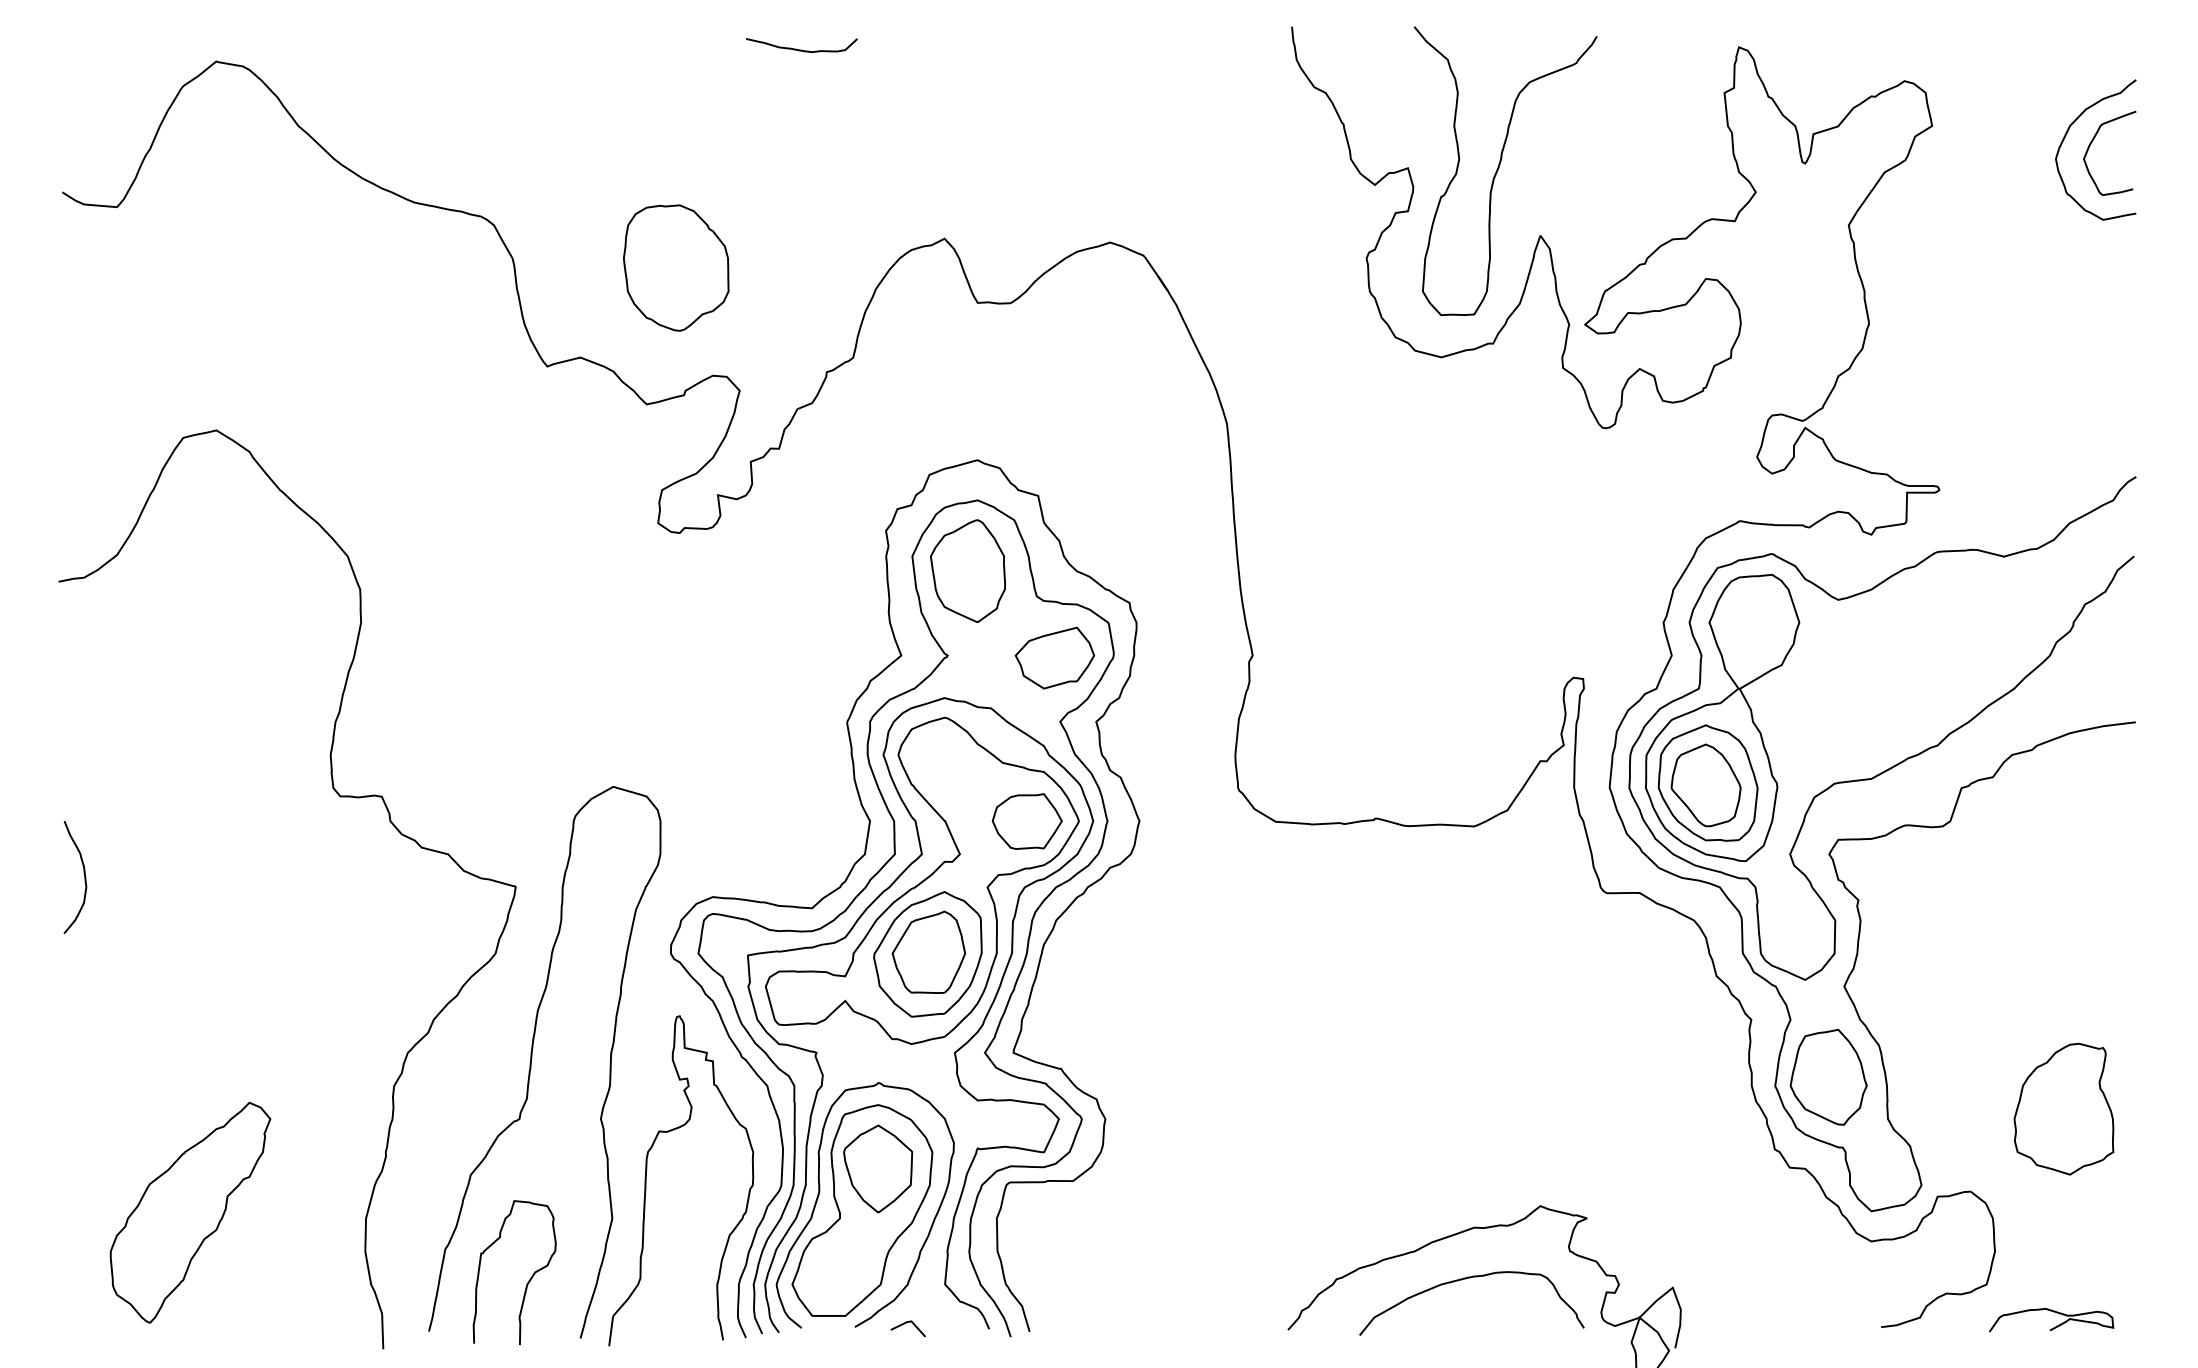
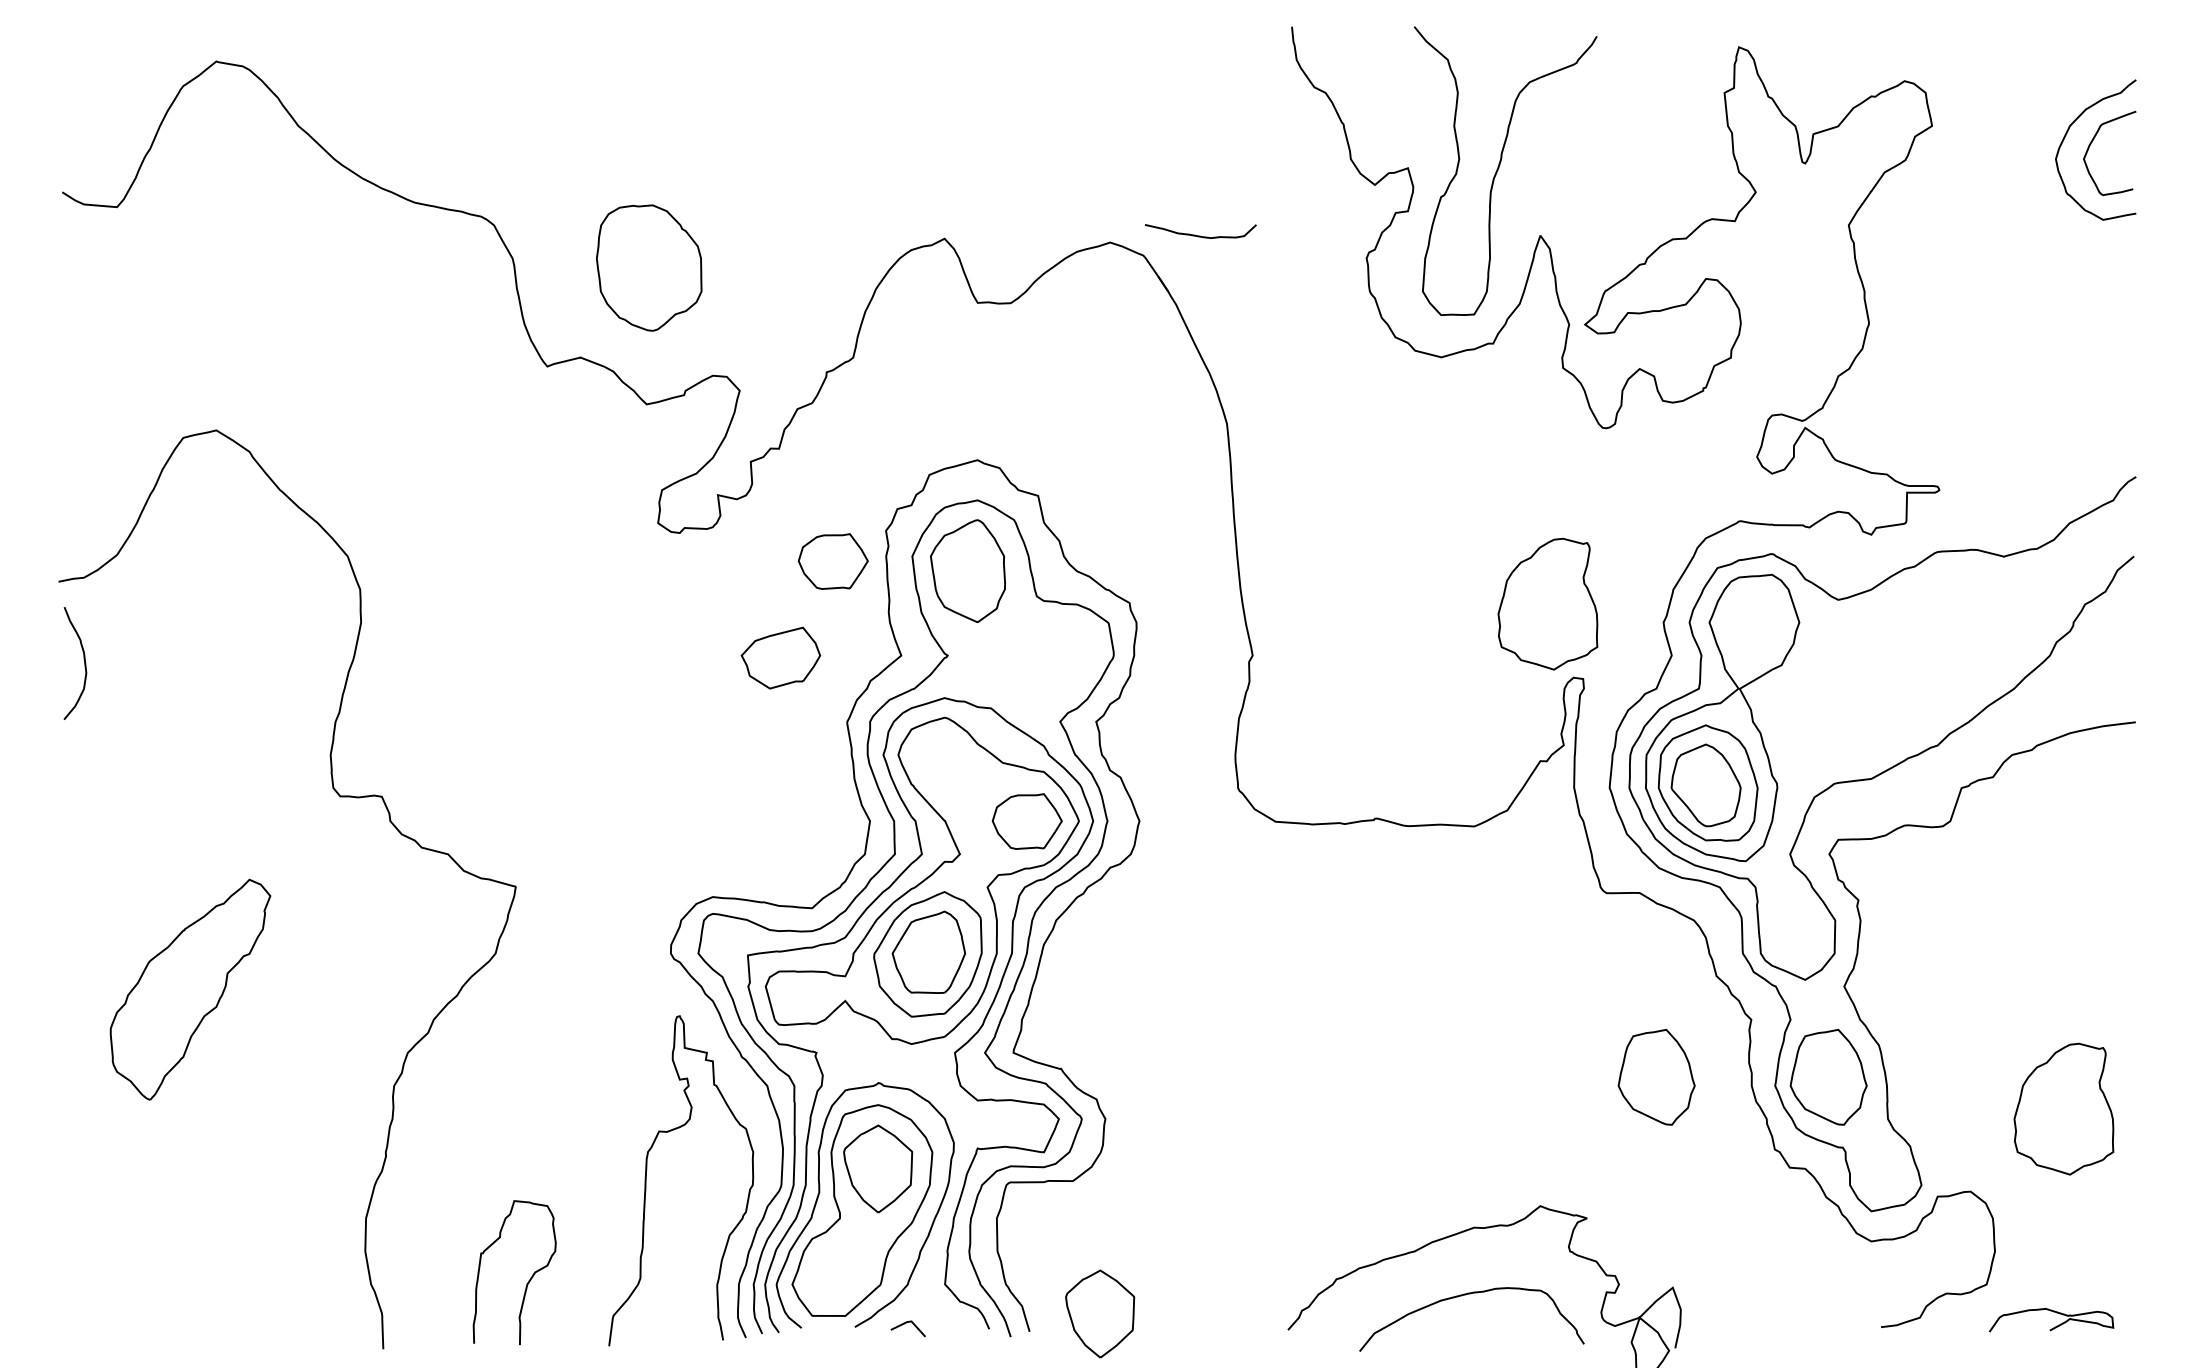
curve at (801, 49) position: (801, 49) -> (1200, 235)
part at (676, 267) position: (676, 267) -> (649, 267)
part at (832, 561): none -> present
part at (1547, 603): none -> present
part at (1054, 657) position: (1054, 657) -> (780, 657)
curve at (83, 873) position: (83, 873) -> (83, 659)
curve at (532, 1058): present -> none
part at (1656, 1076): none -> present
part at (190, 1212) position: (190, 1212) -> (190, 989)
curve at (1462, 1280) position: (1462, 1280) -> (1462, 1296)
part at (1100, 1313): none -> present
